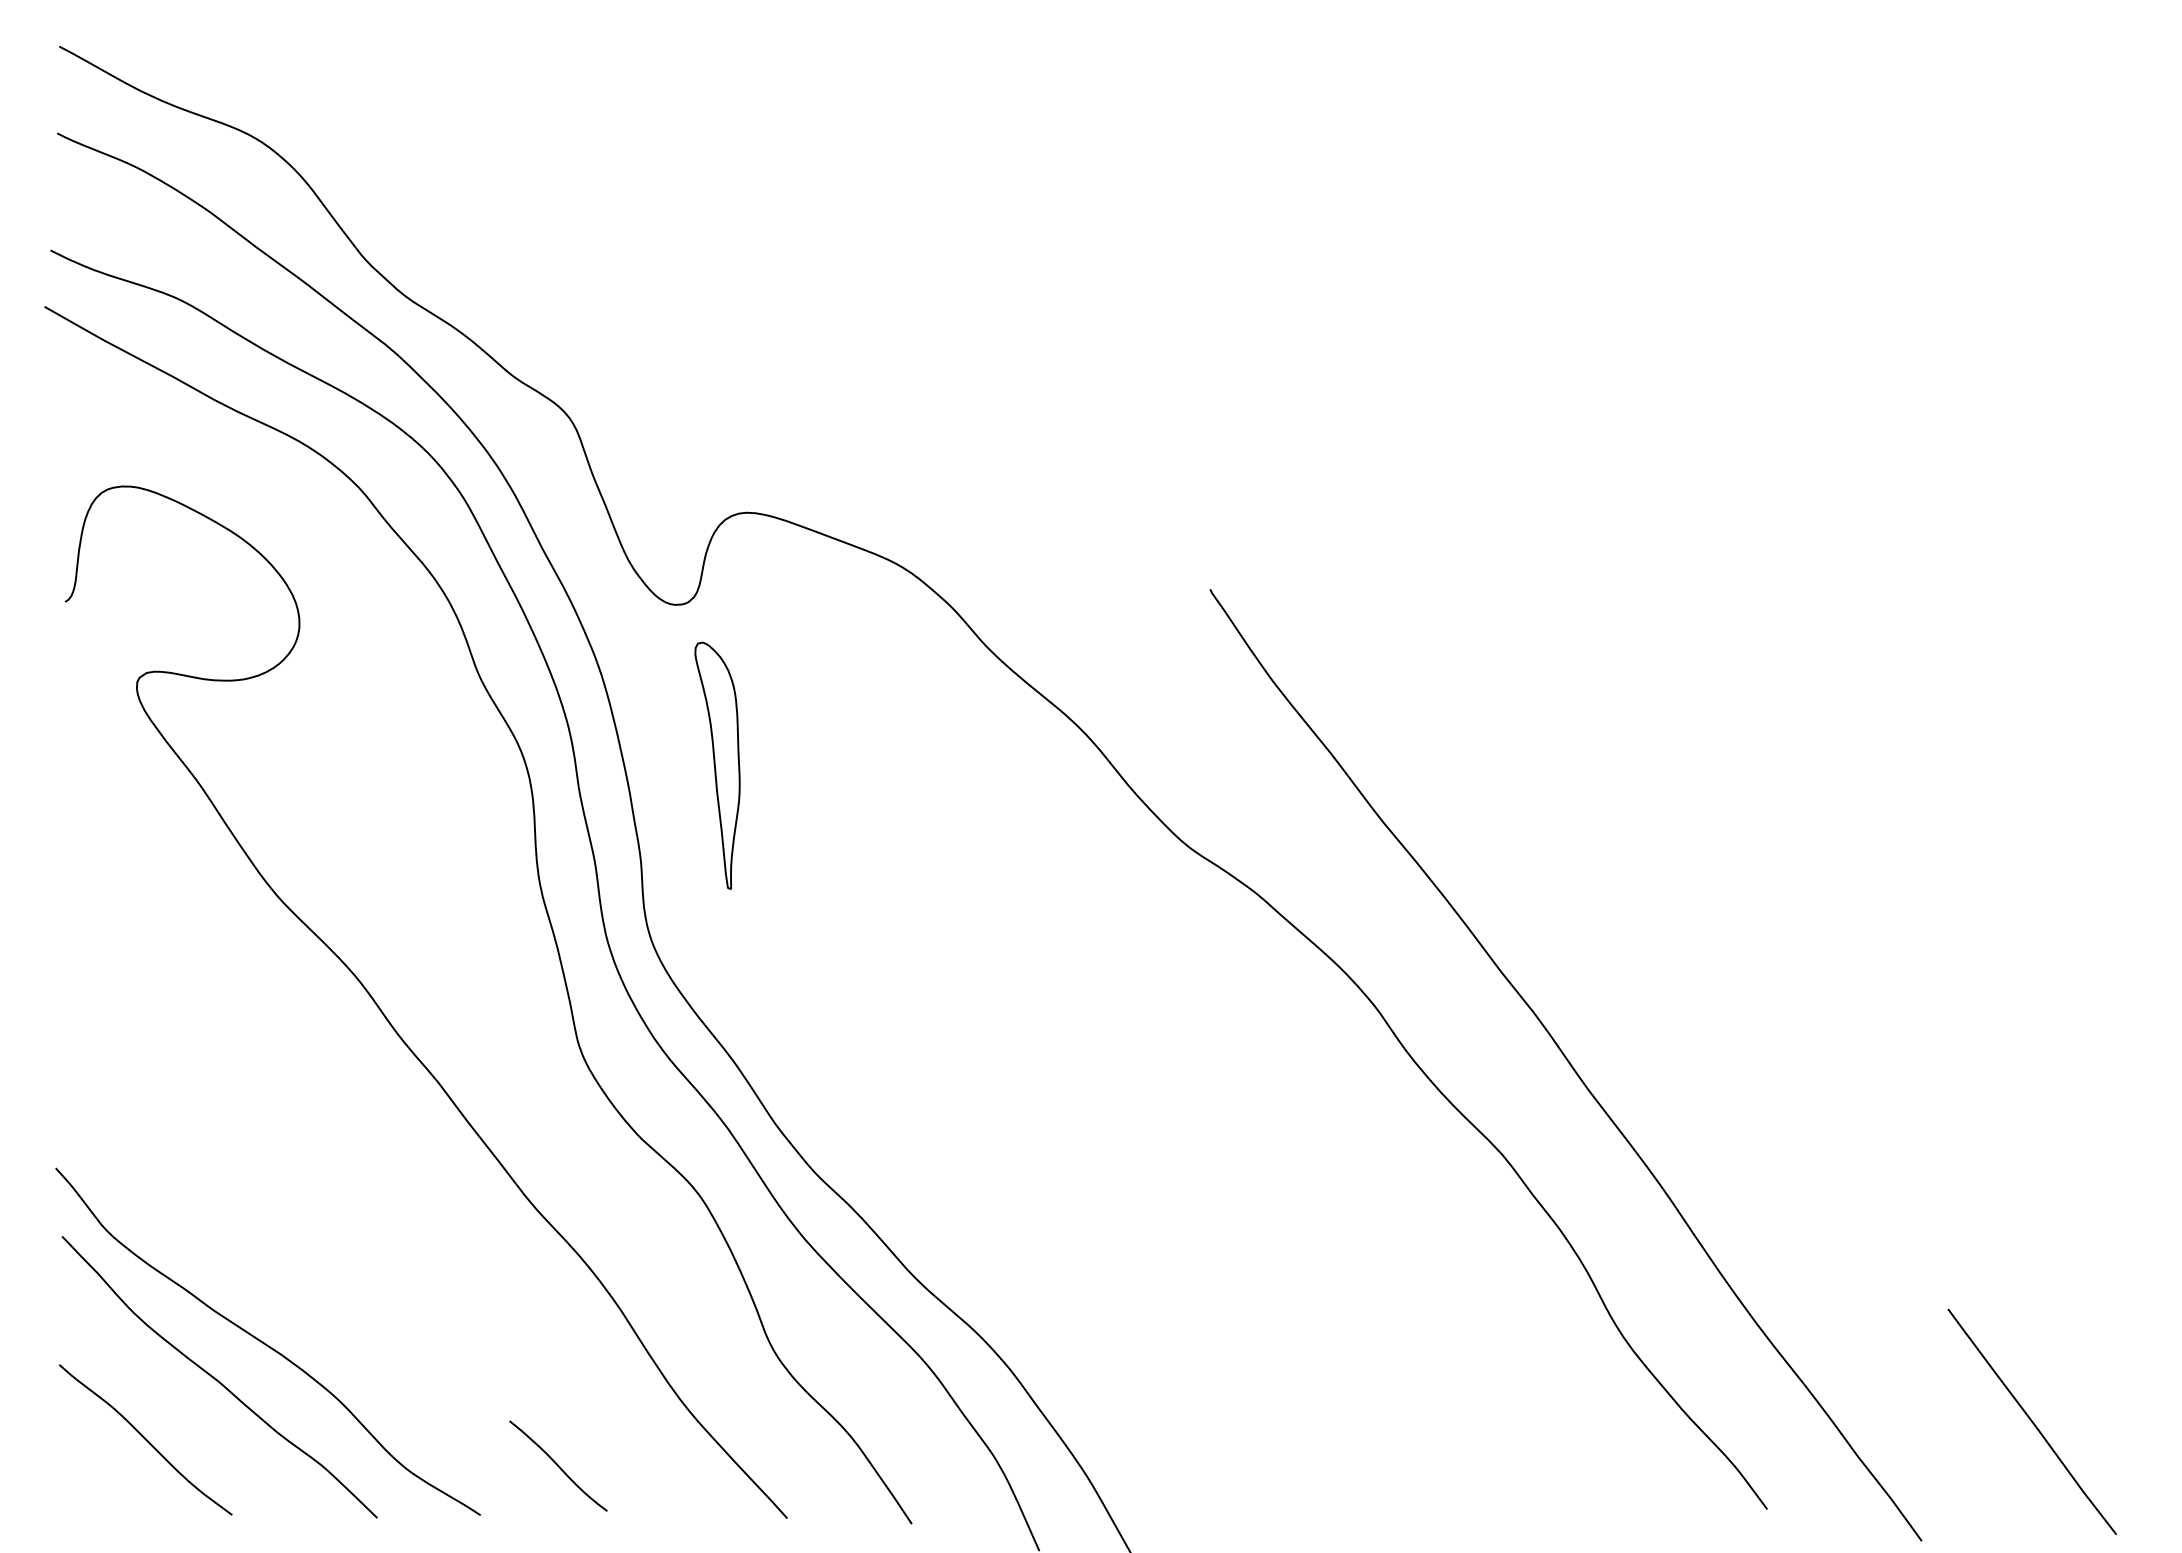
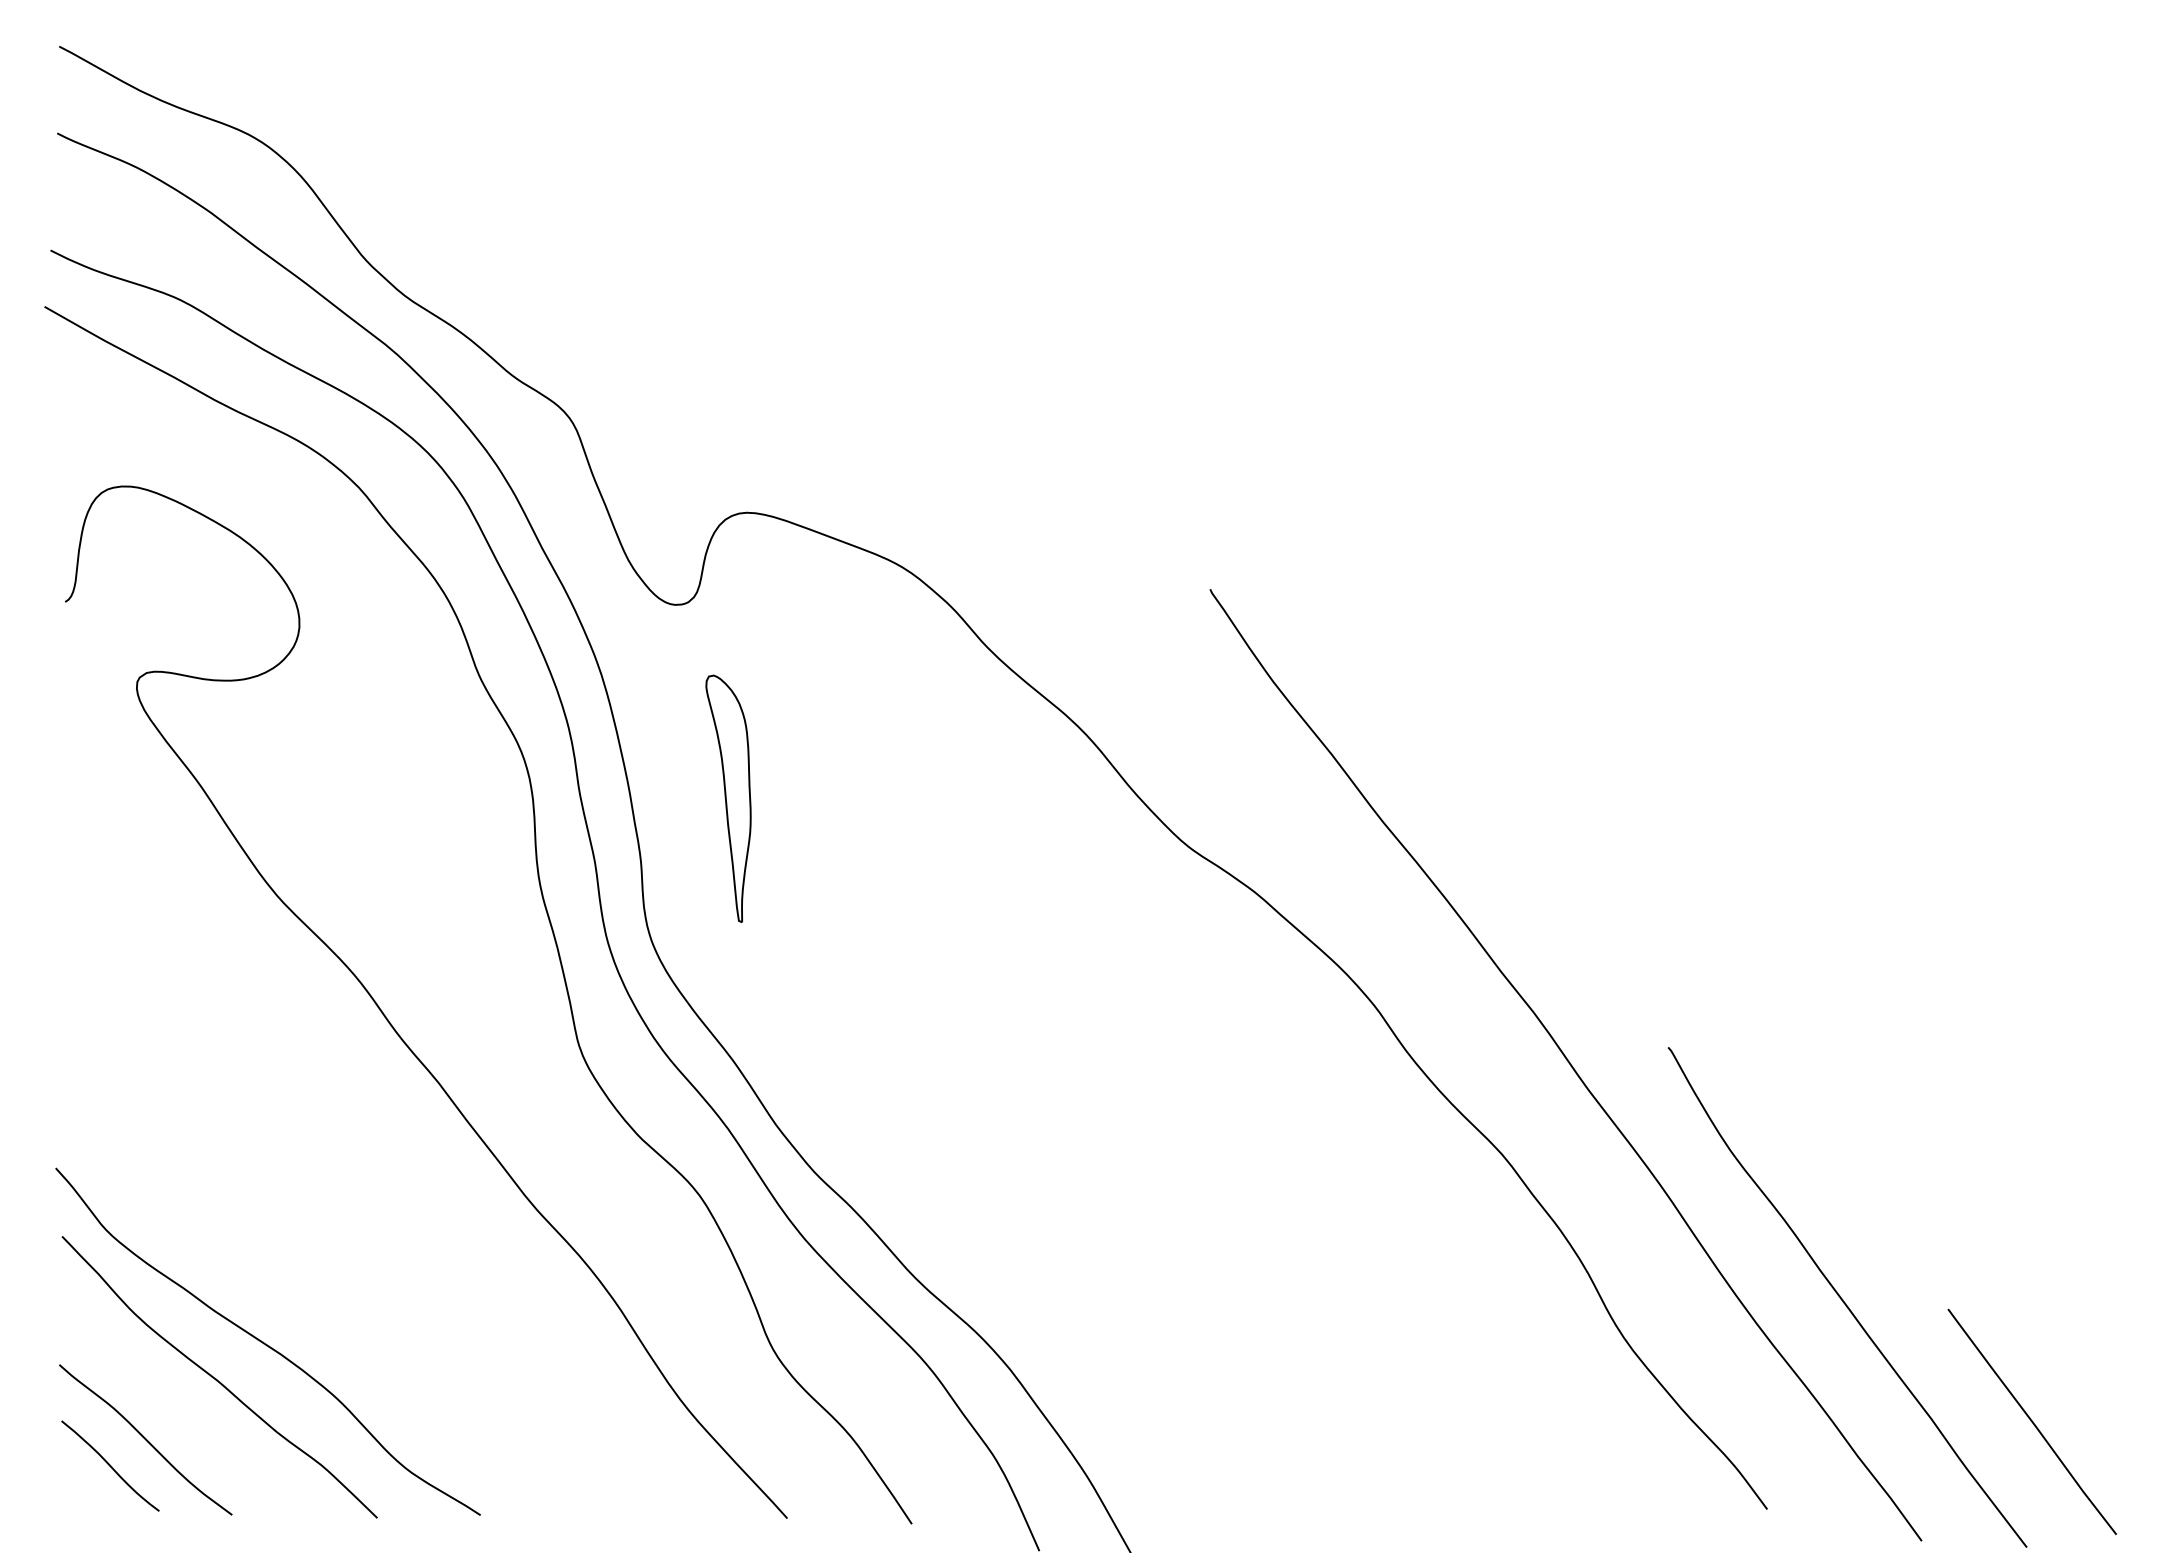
part at (717, 765) position: (717, 765) -> (728, 798)
curve at (1843, 1299): none -> present
curve at (558, 1465) position: (558, 1465) -> (110, 1465)
